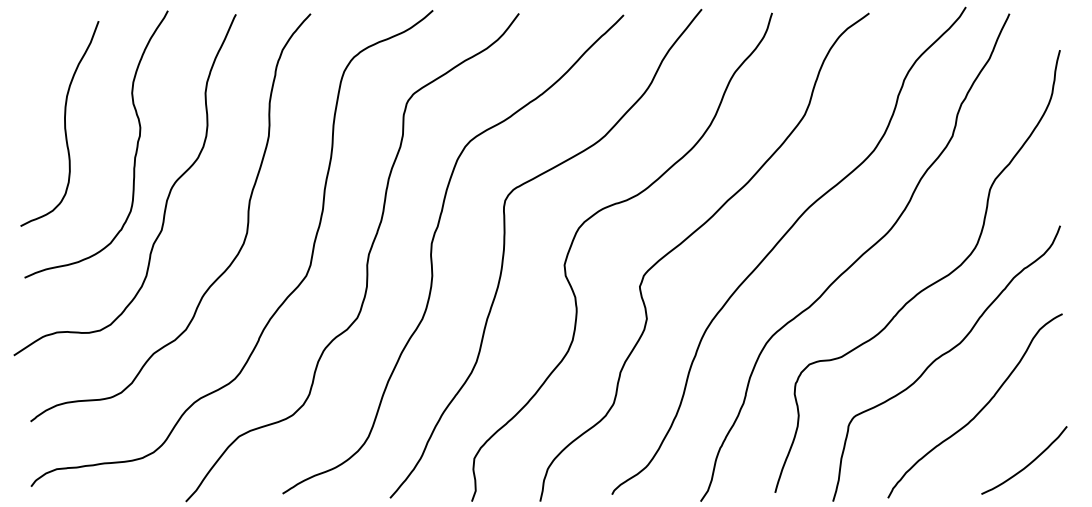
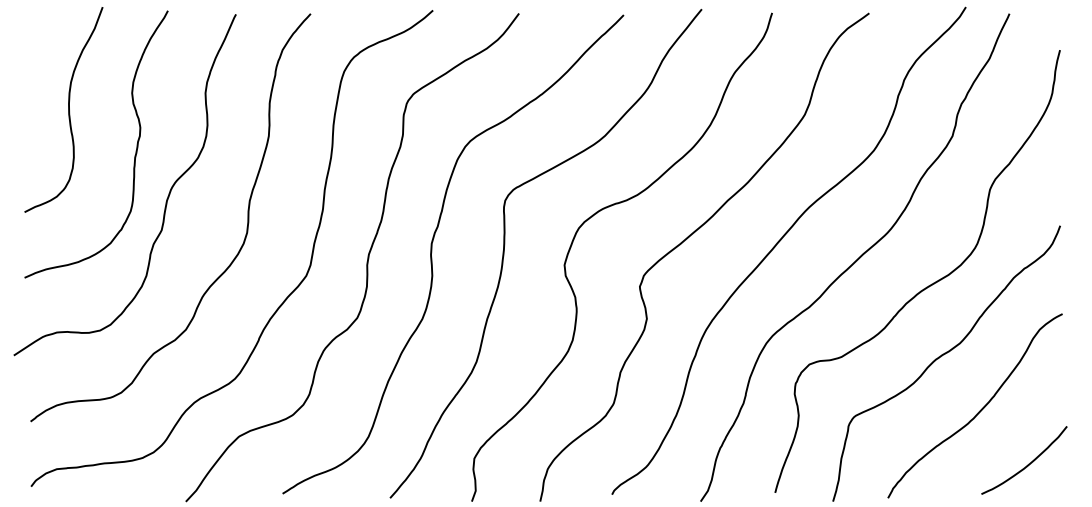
curve at (64, 123) position: (64, 123) -> (68, 109)
